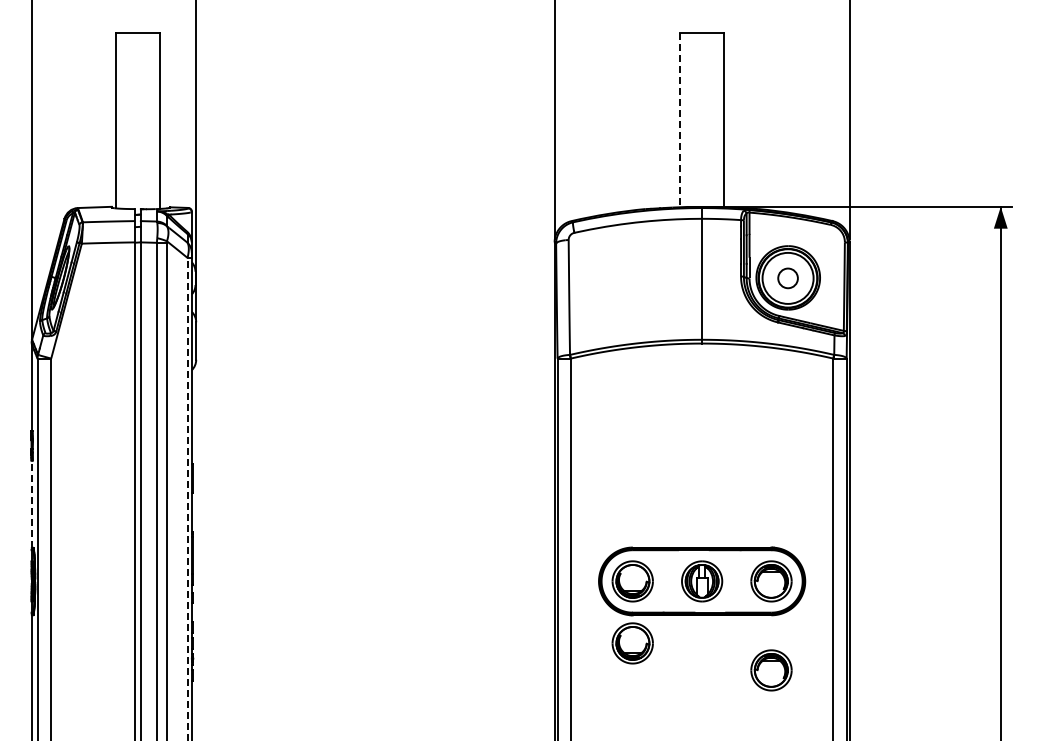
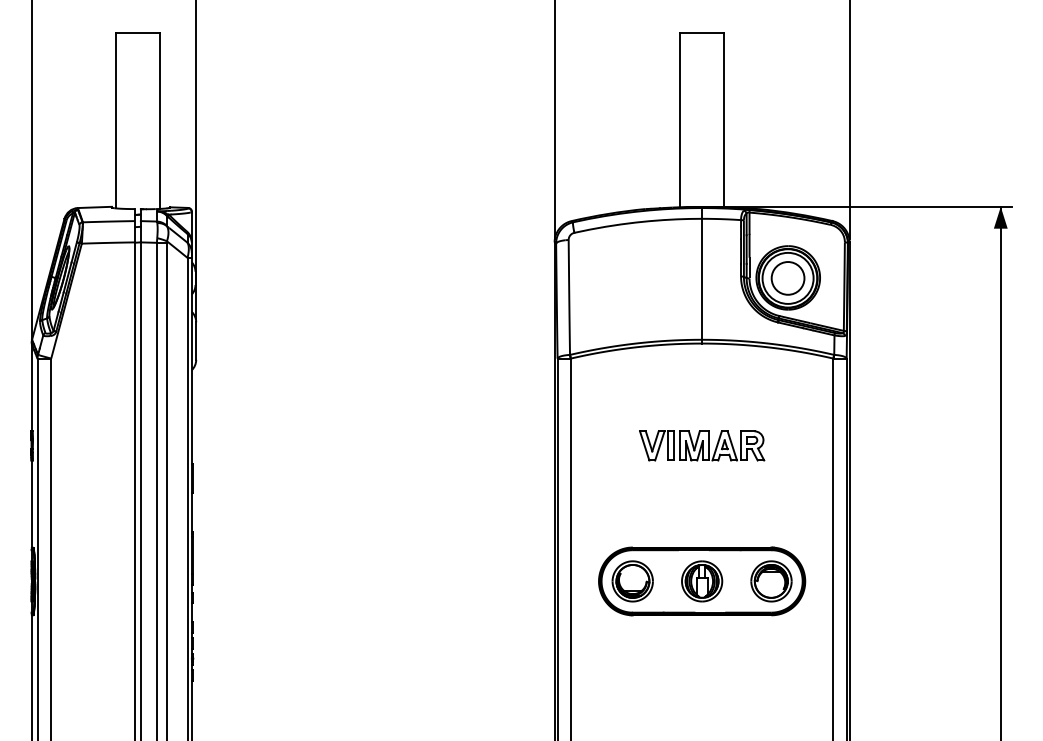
line at (680, 120): dashed -> solid
circle at (787, 278) diameter: 20 px -> 33 px
part at (702, 445): none -> present
line at (187, 498): dashed -> solid
line at (31, 504): dashed -> solid
part at (632, 643): present -> none
part at (771, 670): present -> none
